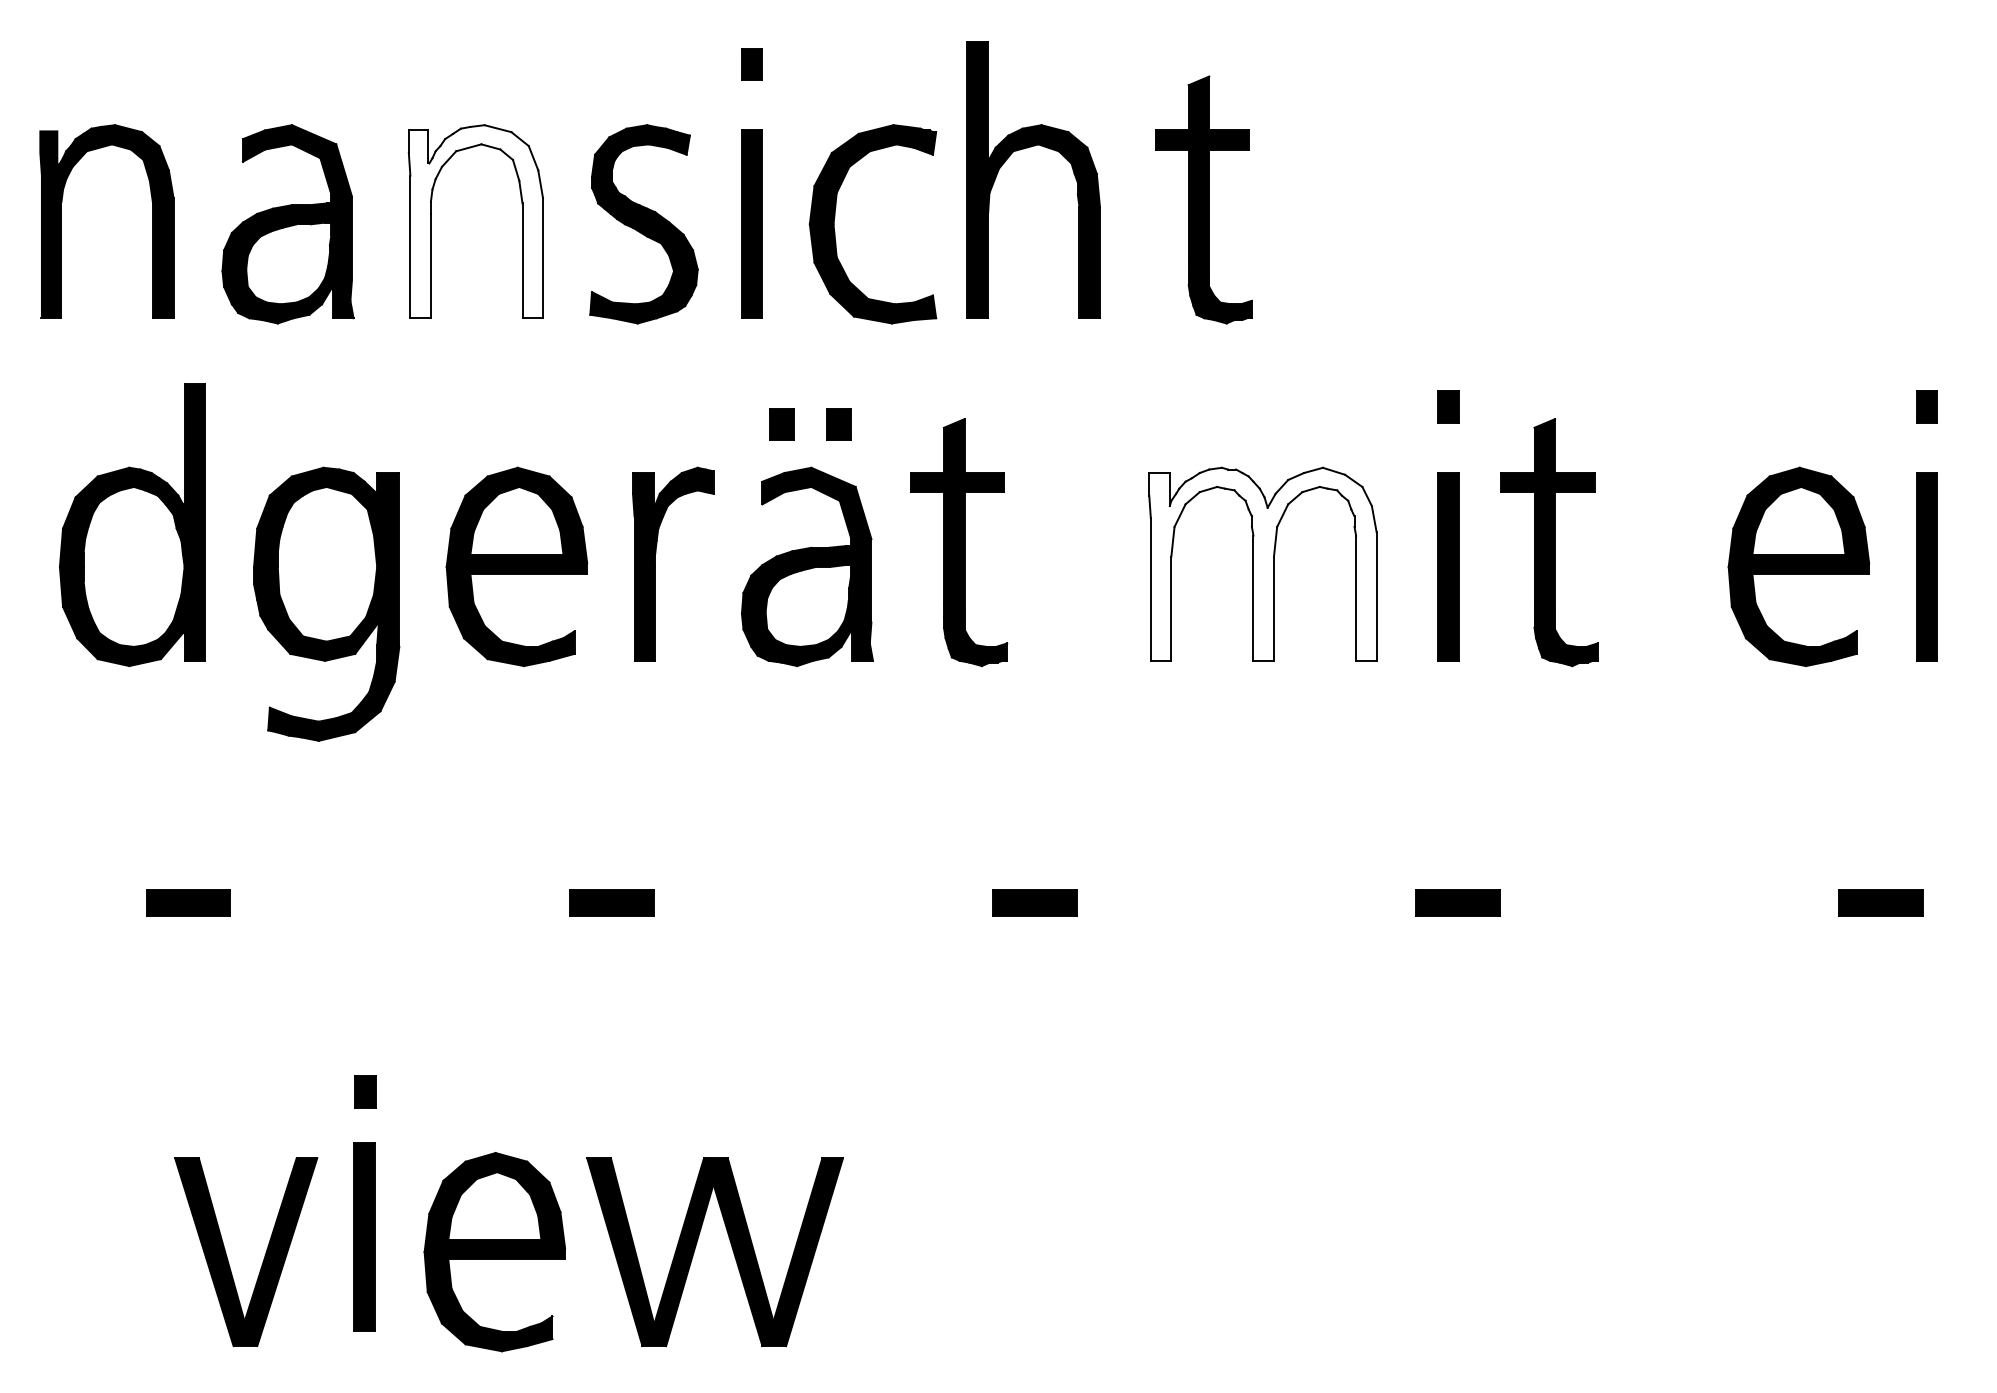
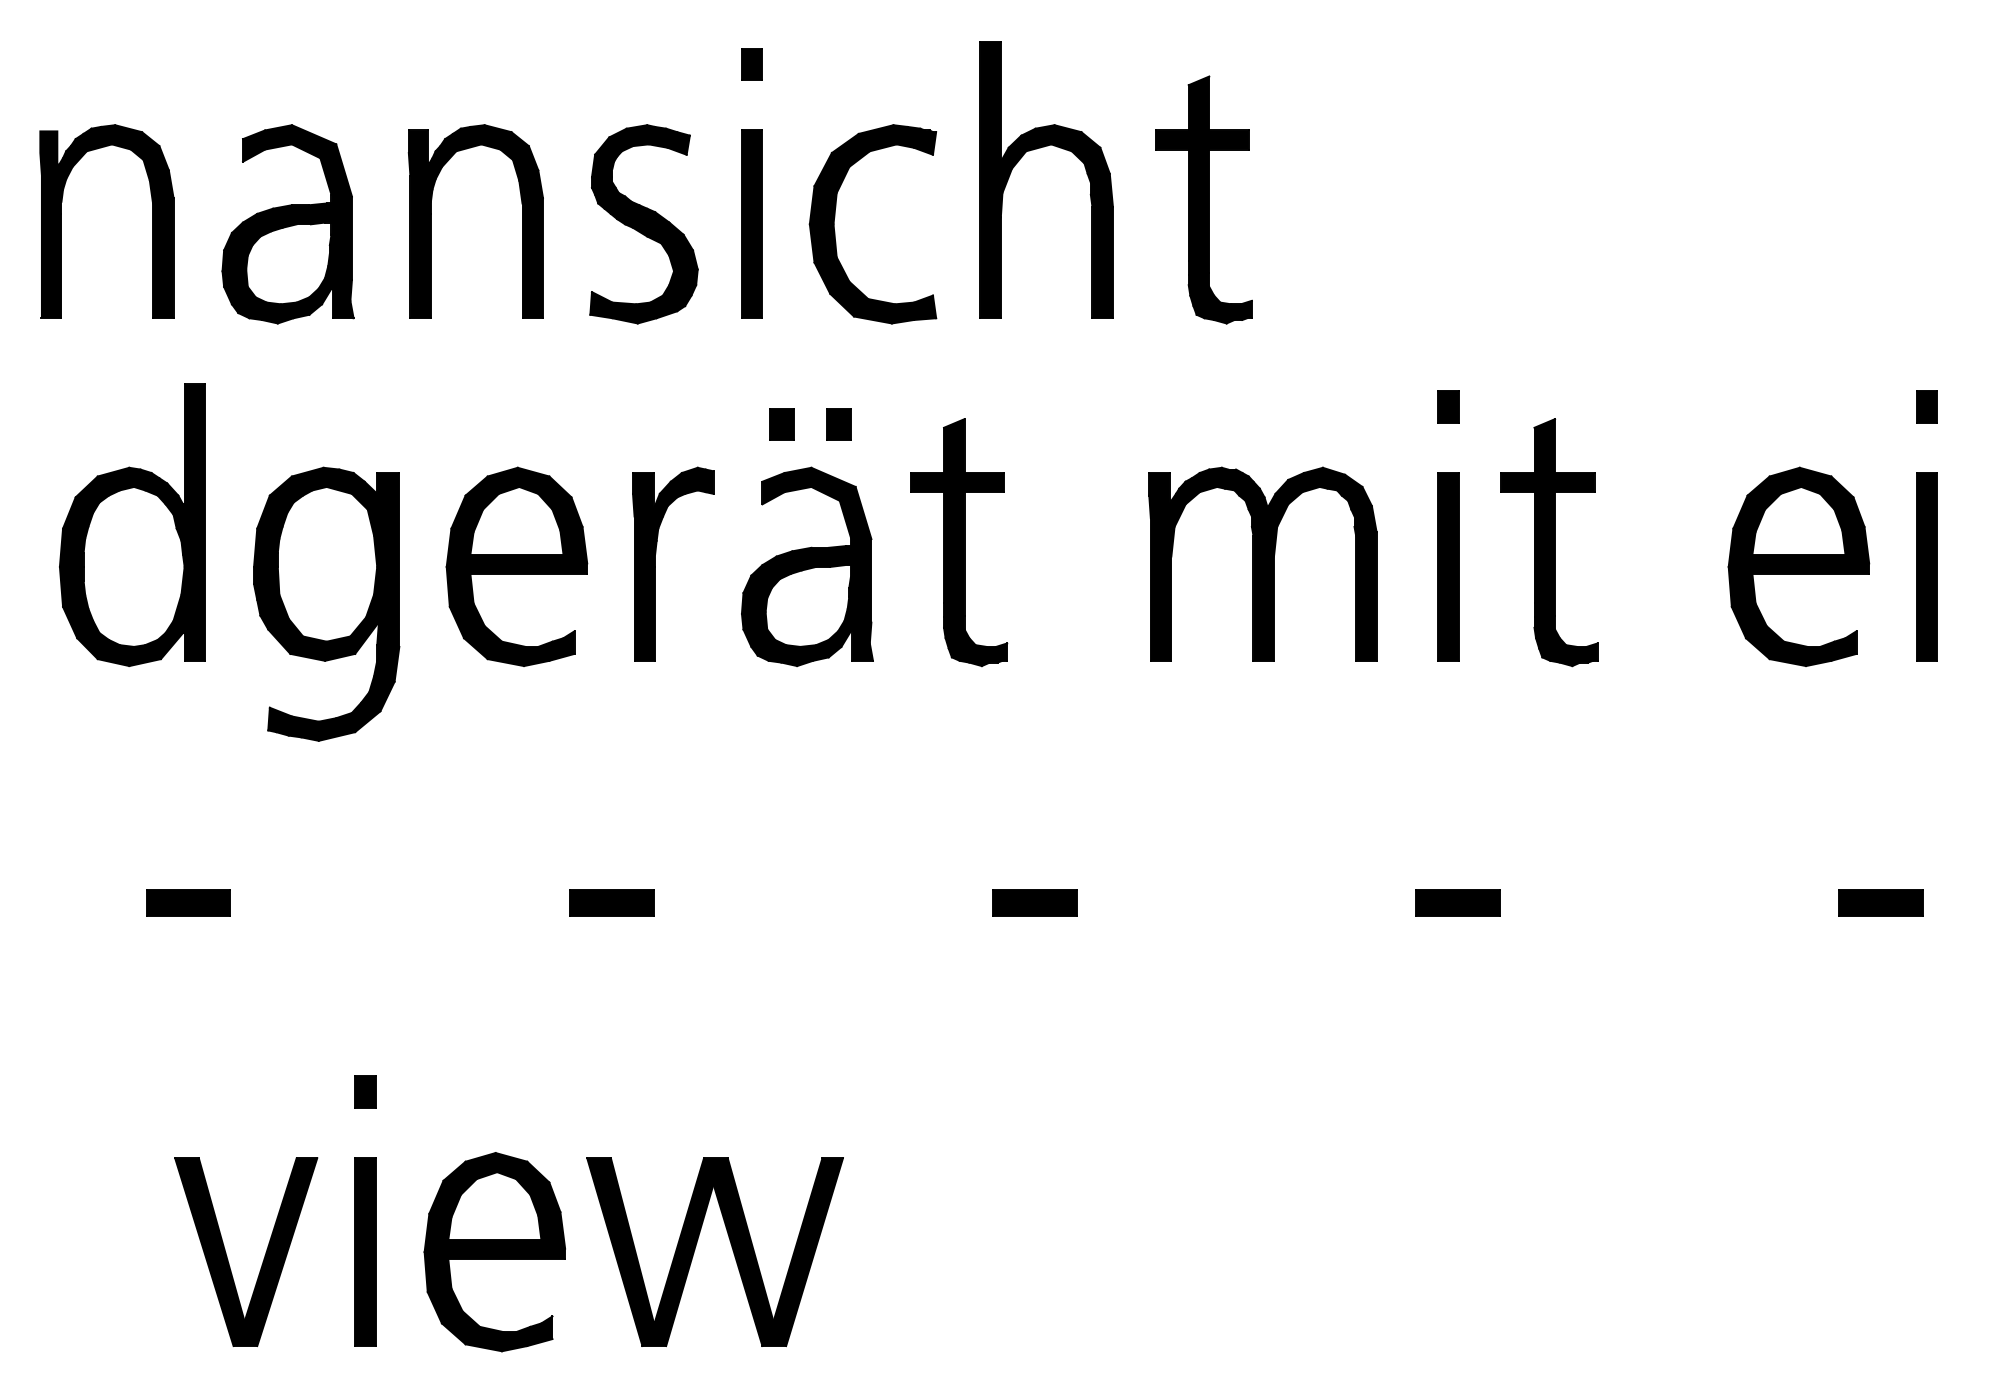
part at (1024, 149) position: (1024, 149) -> (1037, 149)
fill at (475, 221): none -> present
fill at (1262, 563): none -> present
part at (364, 1236) position: (364, 1236) -> (365, 1251)
